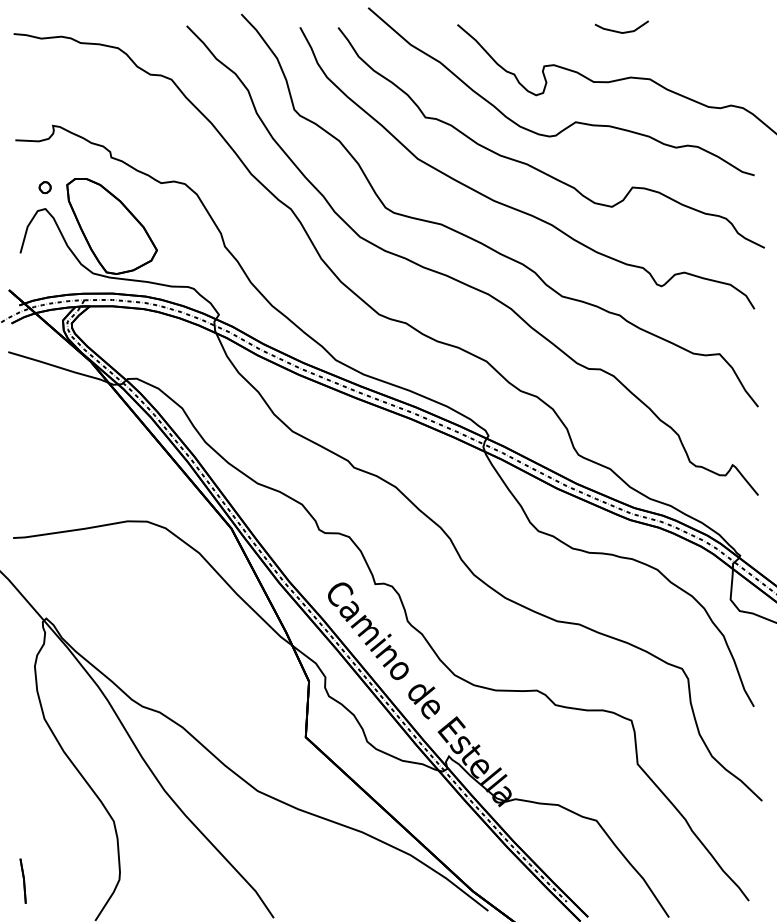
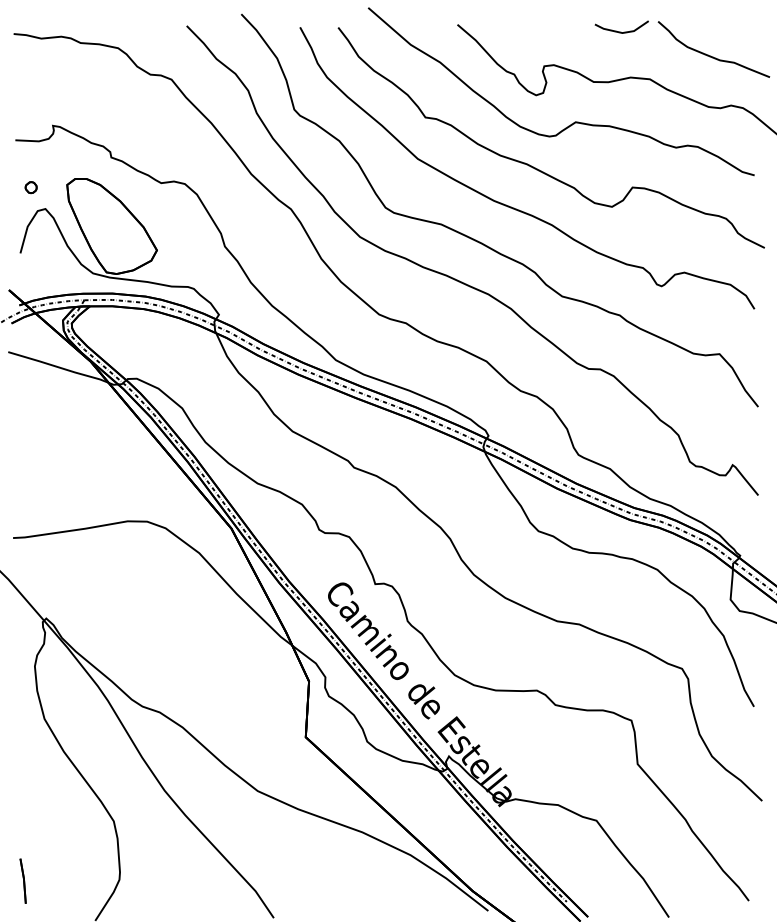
curve at (710, 55): none -> present
part at (44, 187) position: (44, 187) -> (30, 187)
